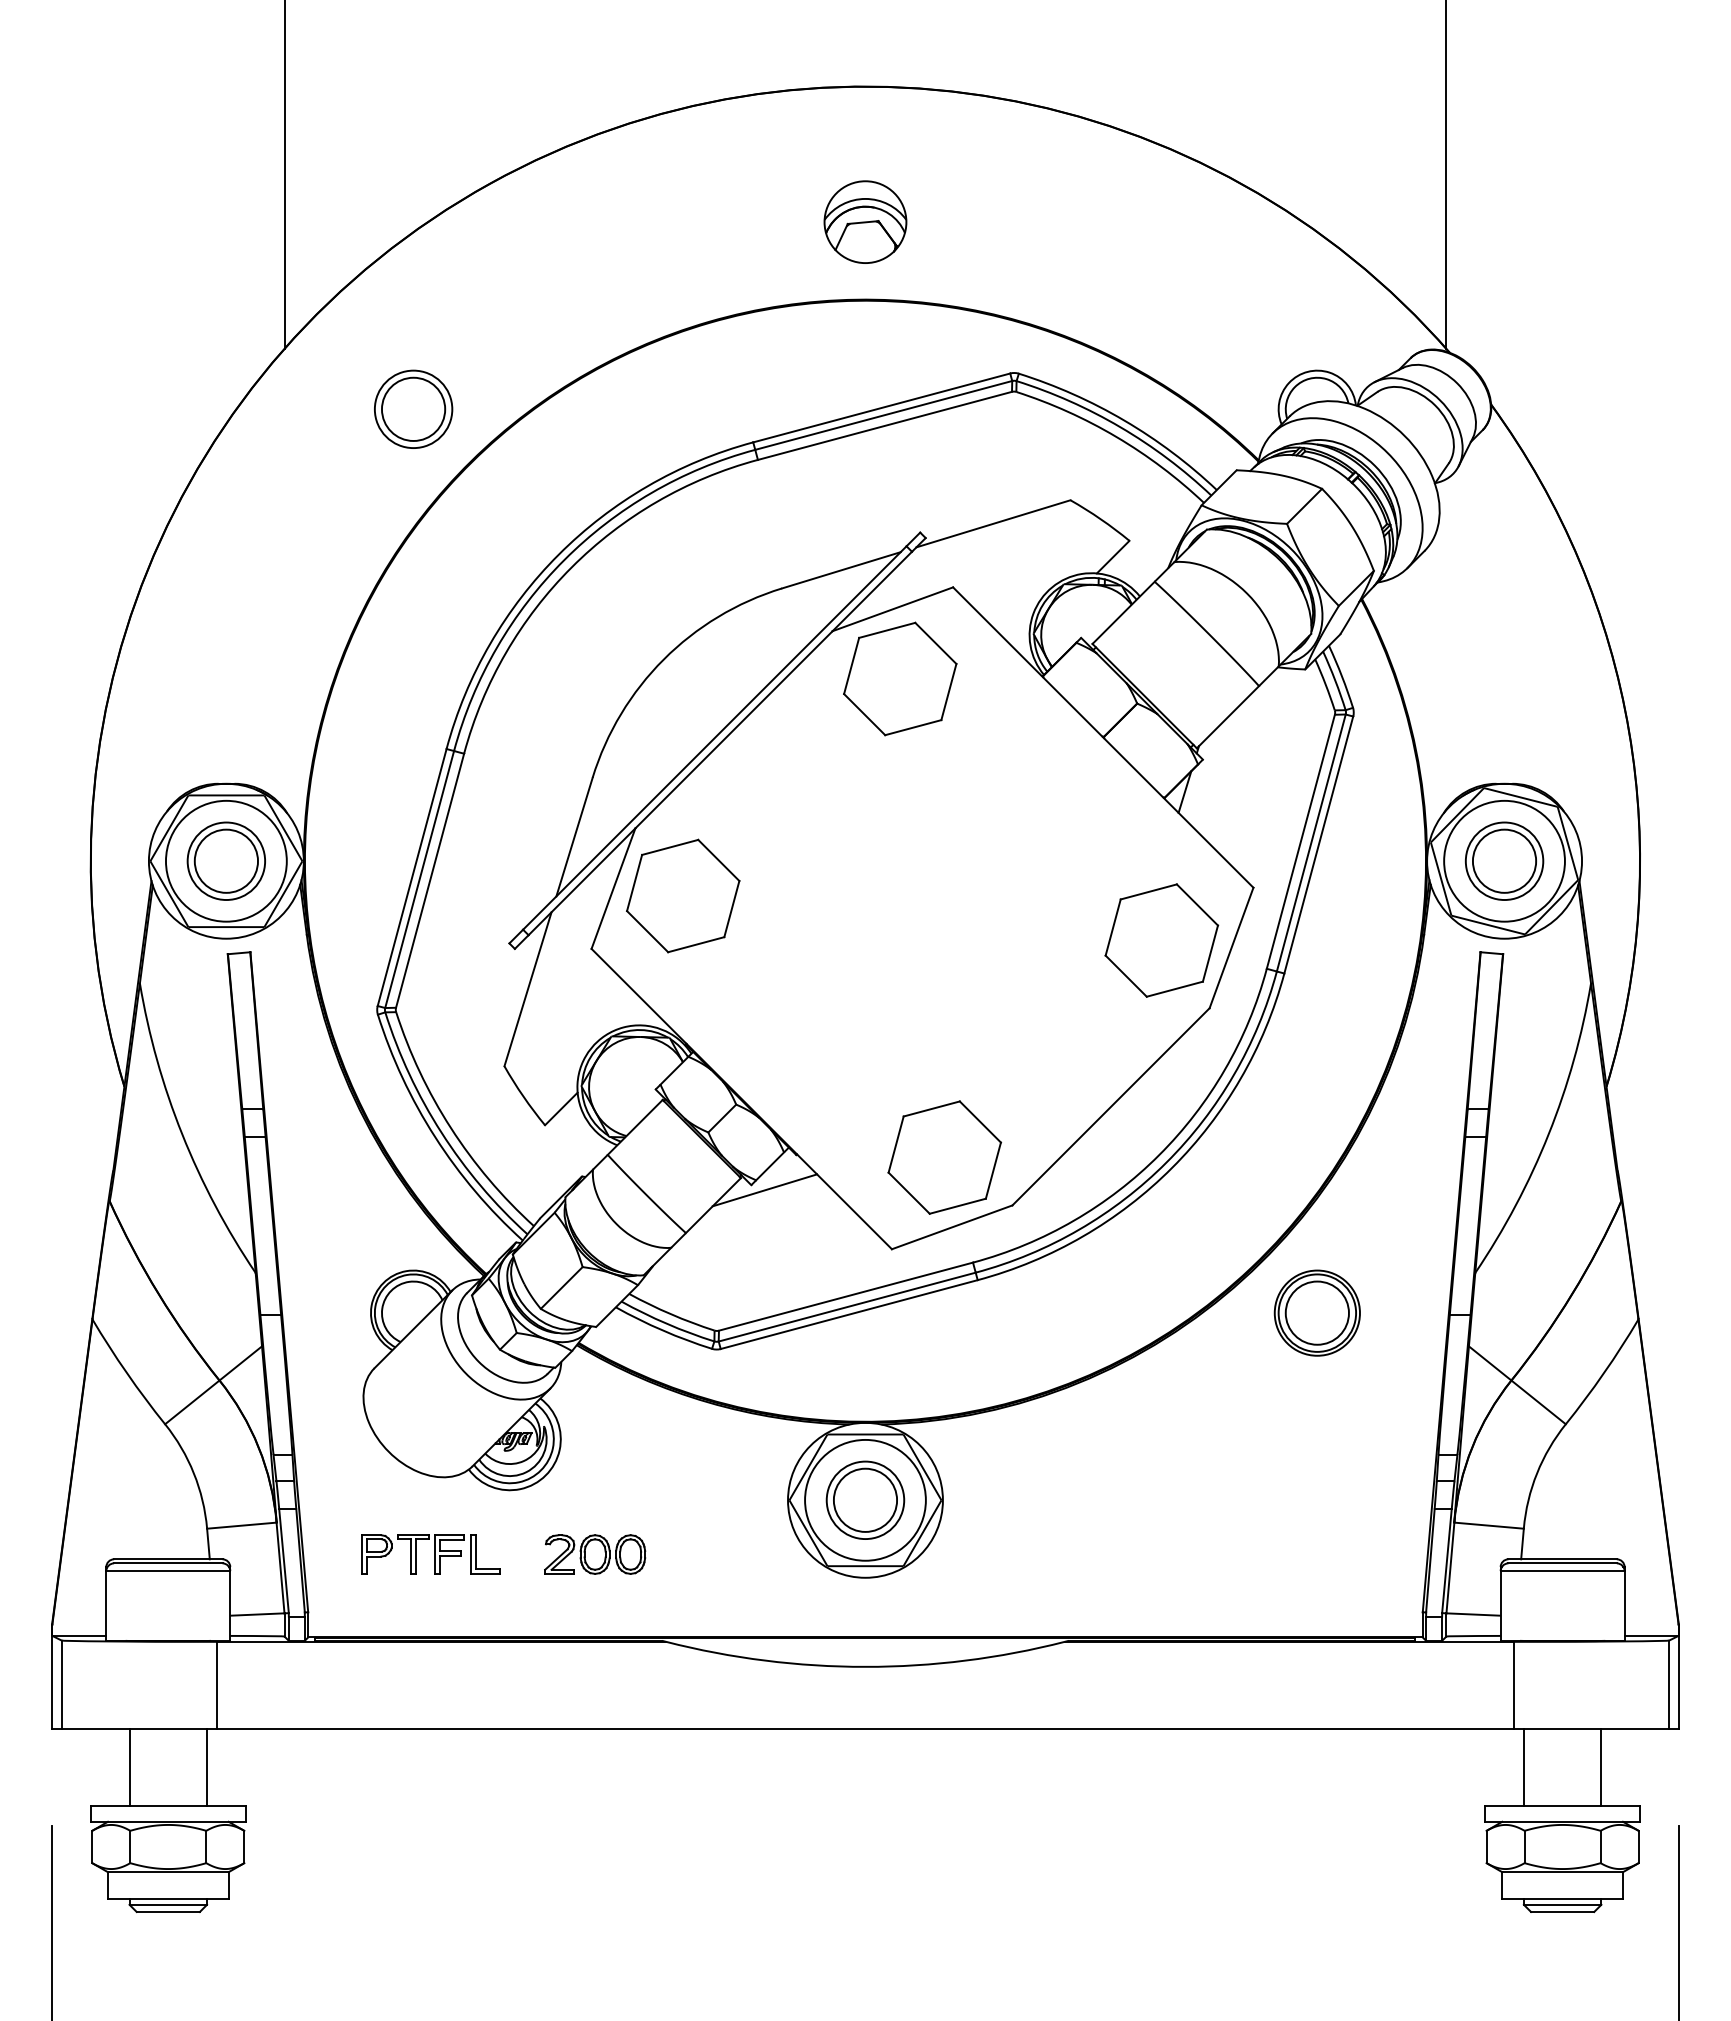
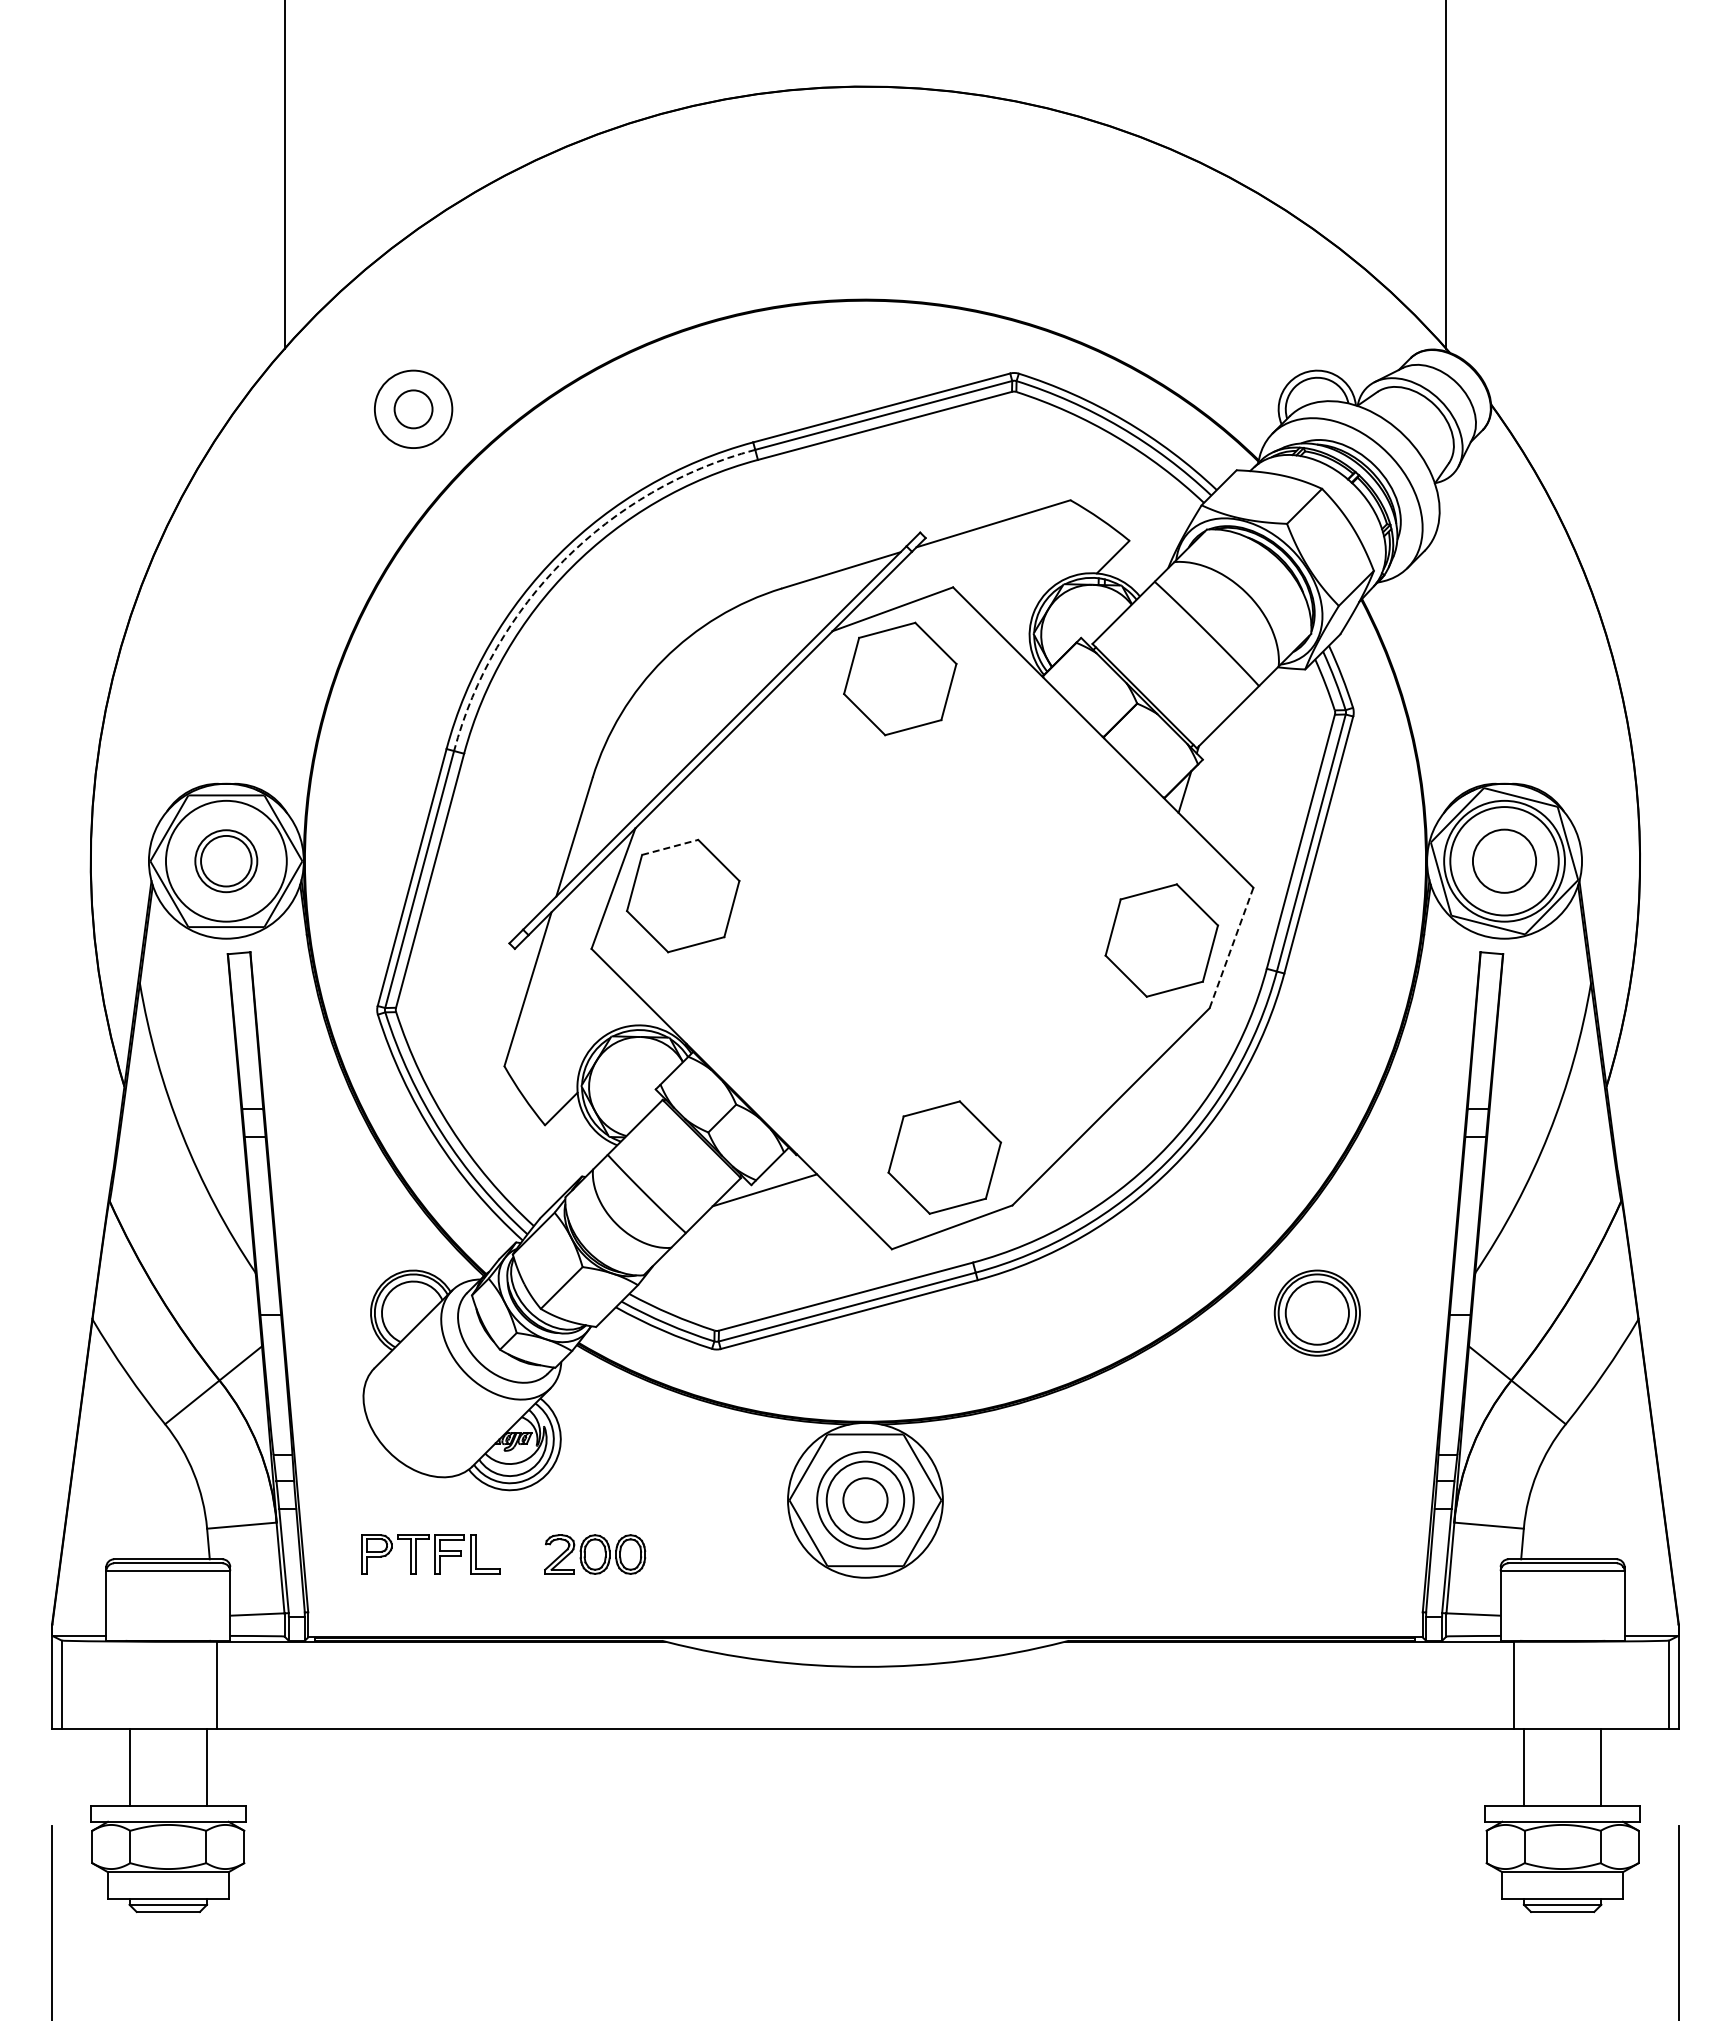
part at (865, 221): present -> none
circle at (413, 408) diameter: 63 px -> 38 px
arc at (564, 560): solid -> dashed
line at (670, 847): solid -> dashed
part at (225, 860) size: 80x80 px -> 65x65 px
circle at (1504, 861) diameter: 77 px -> 108 px
line at (1231, 948): solid -> dashed
circle at (865, 1499) diameter: 121 px -> 97 px
circle at (865, 1499) diameter: 63 px -> 44 px
